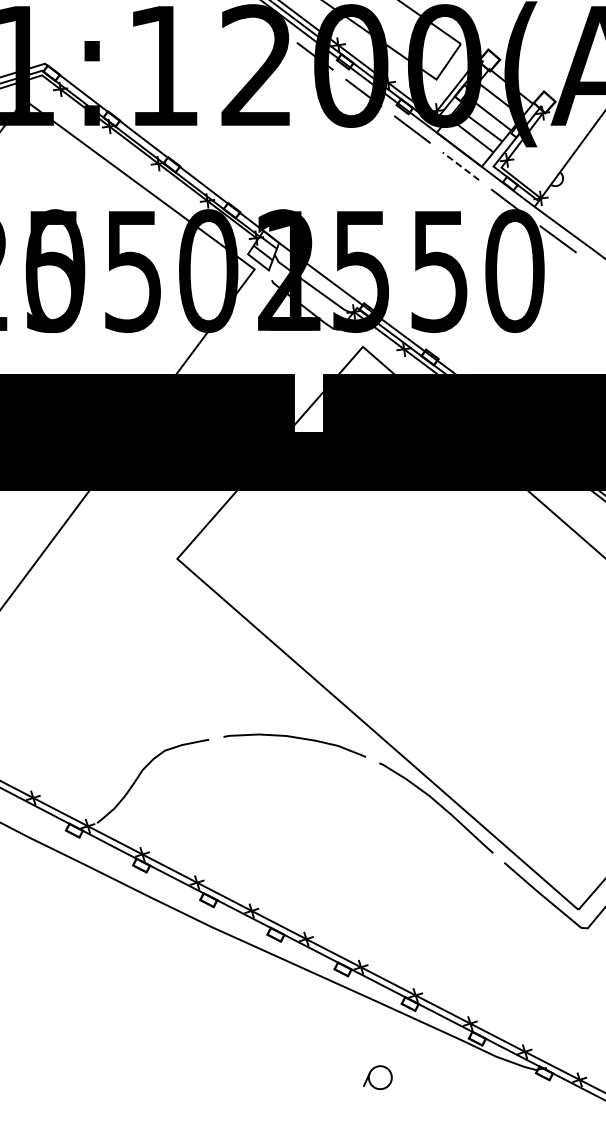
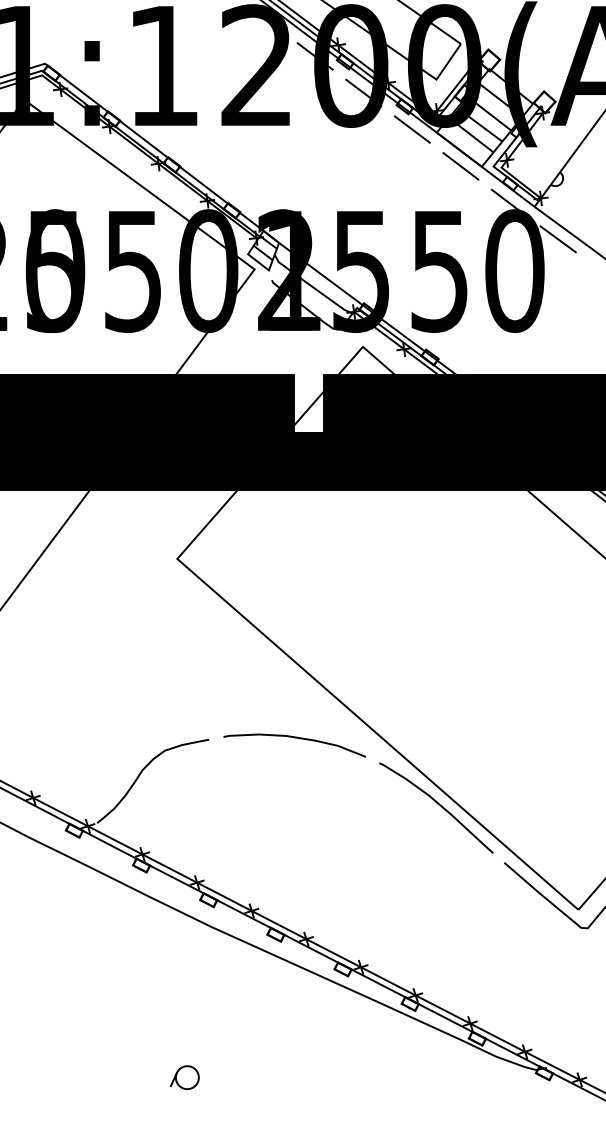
line at (460, 166): dashed -> solid
part at (377, 1077) position: (377, 1077) -> (184, 1077)
